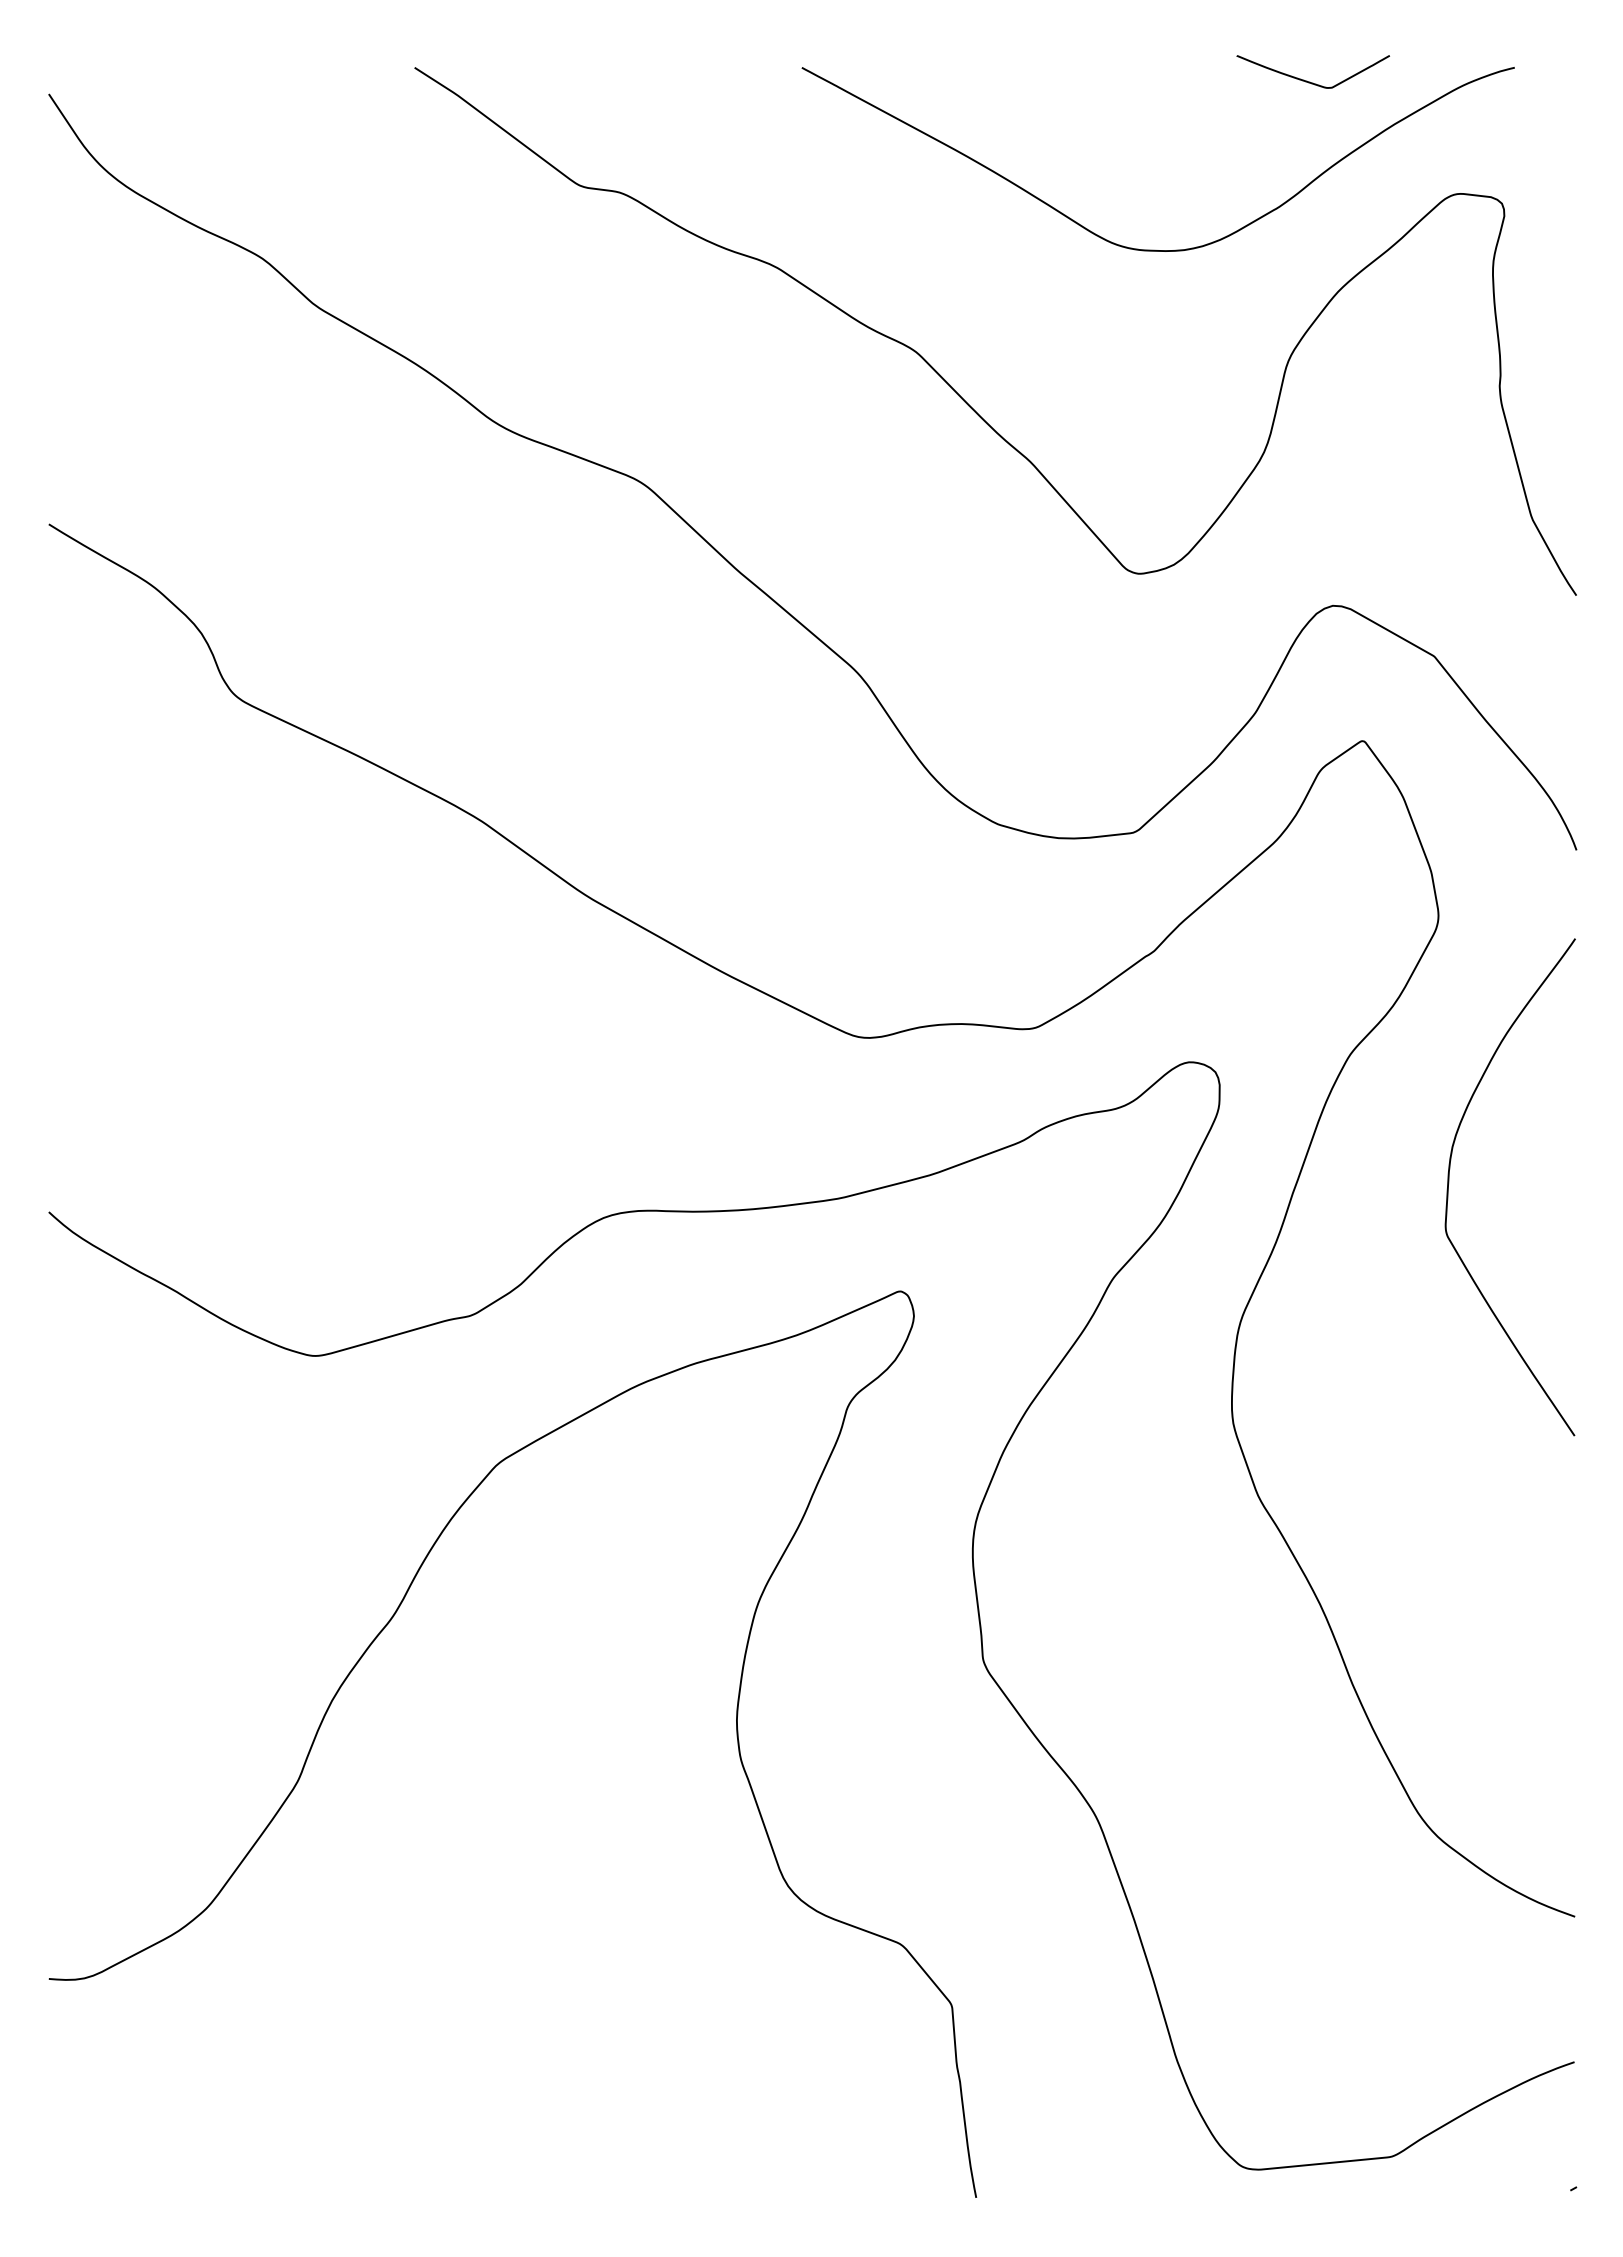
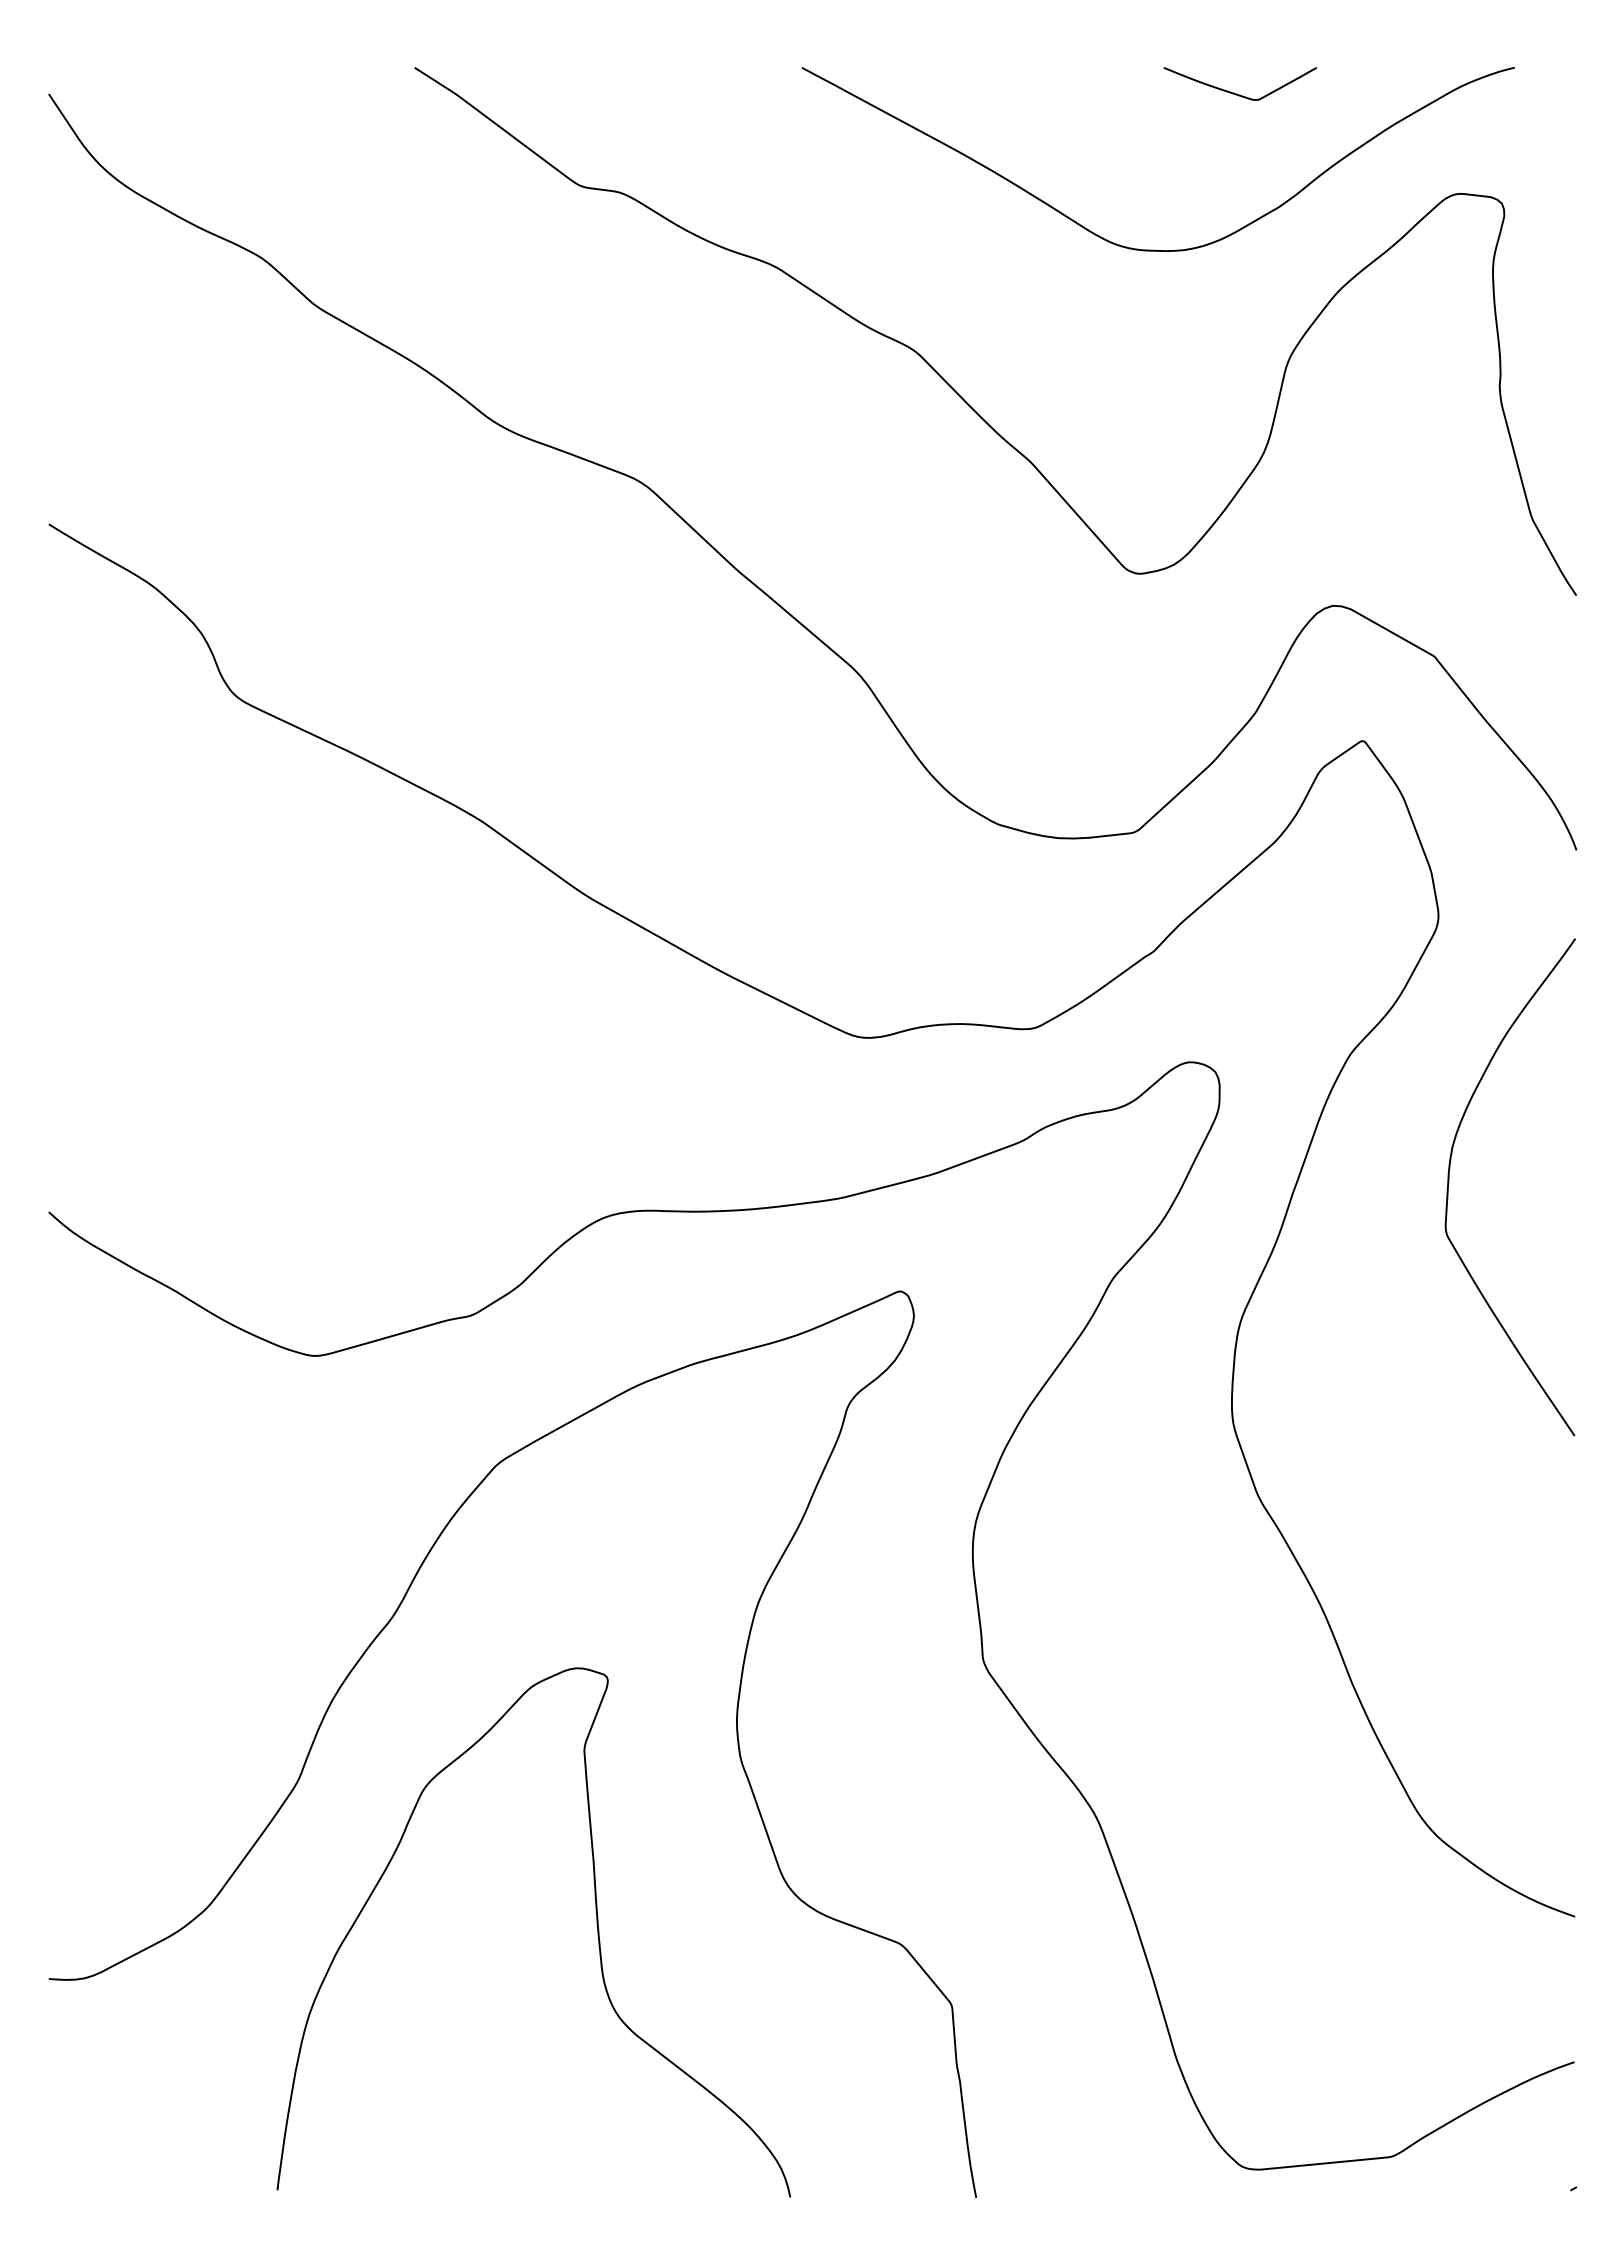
curve at (1310, 81) position: (1310, 81) -> (1237, 93)
curve at (596, 1924): none -> present
